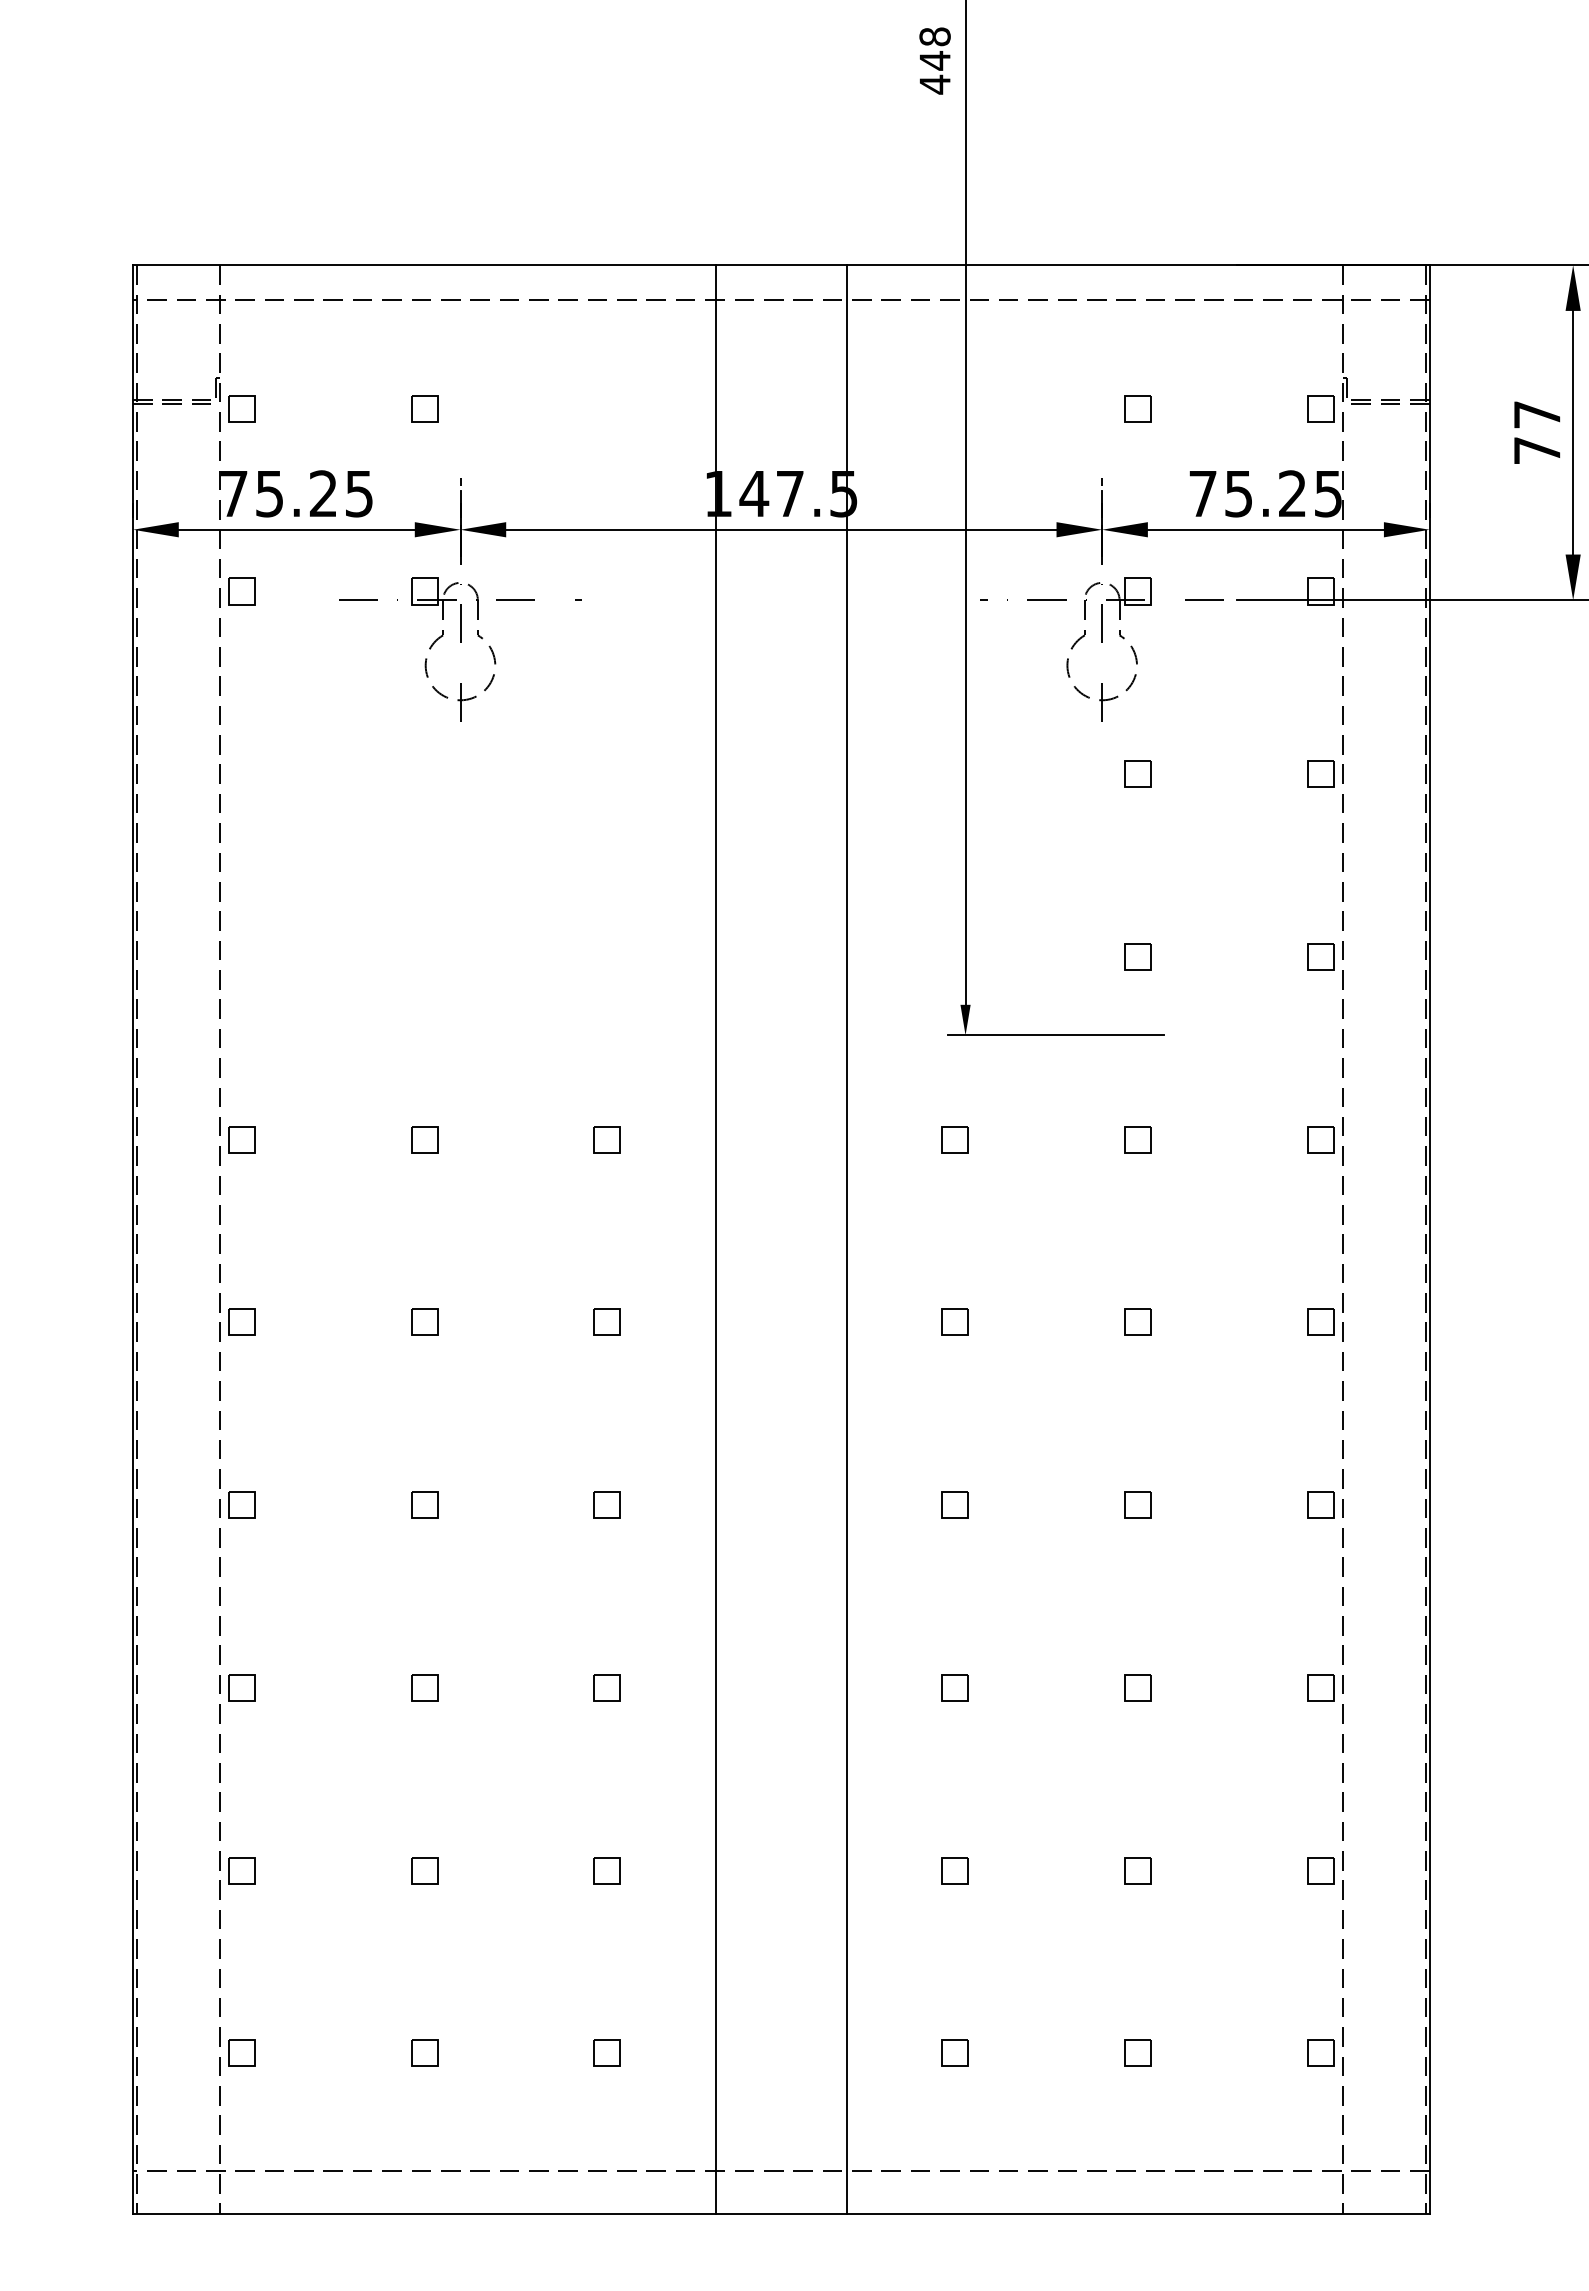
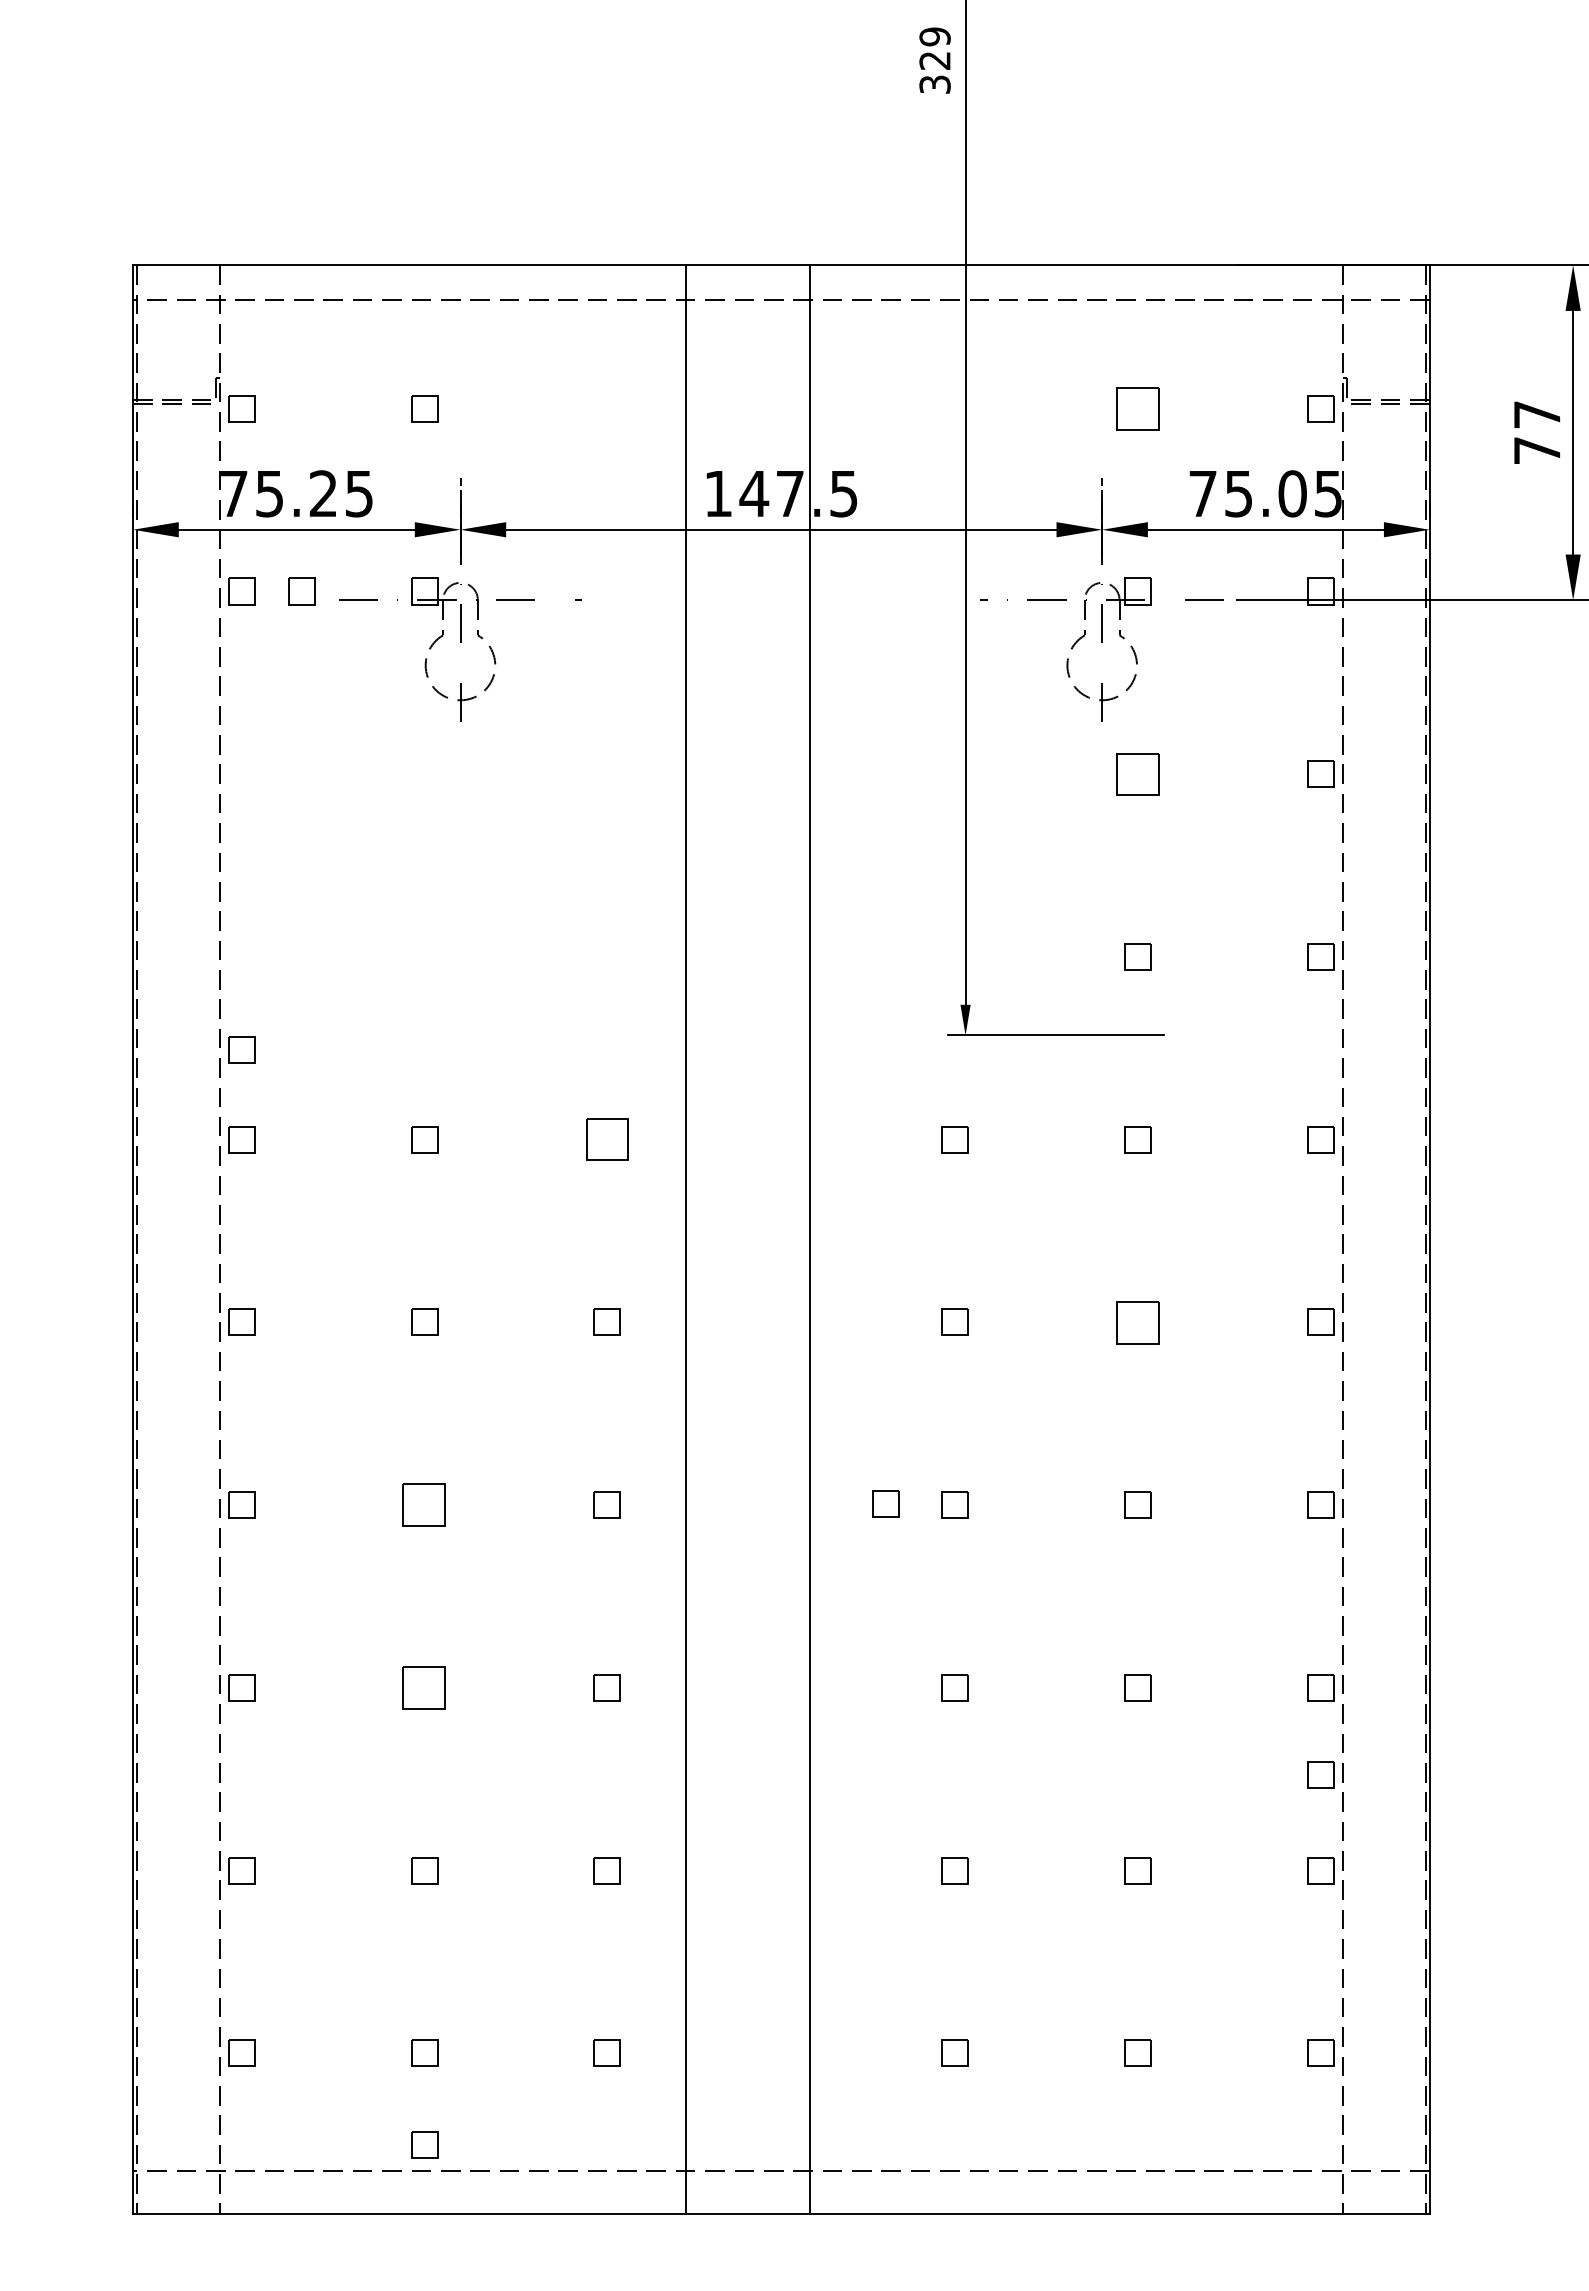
text at (934, 60): 448 -> 329
part at (1137, 408) size: 28x28 px -> 44x44 px
text at (1292, 493): 75.25 -> 75.05
part at (301, 591): none -> present
part at (1137, 773) size: 28x28 px -> 44x43 px
part at (241, 1049): none -> present
part at (606, 1139) size: 28x28 px -> 43x43 px
line at (716, 1239) position: (716, 1239) -> (686, 1239)
line at (846, 1239) position: (846, 1239) -> (809, 1239)
part at (1137, 1321) size: 28x28 px -> 44x44 px
part at (885, 1503): none -> present
part at (424, 1504) size: 28x28 px -> 44x44 px
part at (424, 1687) size: 28x28 px -> 44x44 px
part at (1320, 1774): none -> present
part at (424, 2144): none -> present
